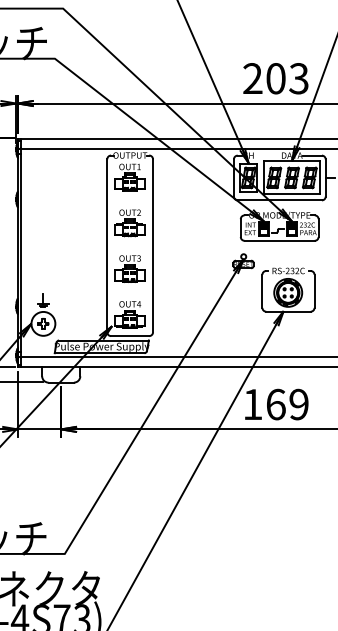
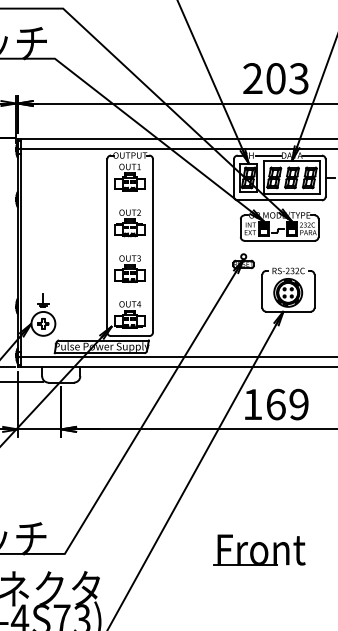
line at (267, 155): none -> present
part at (259, 549): none -> present
